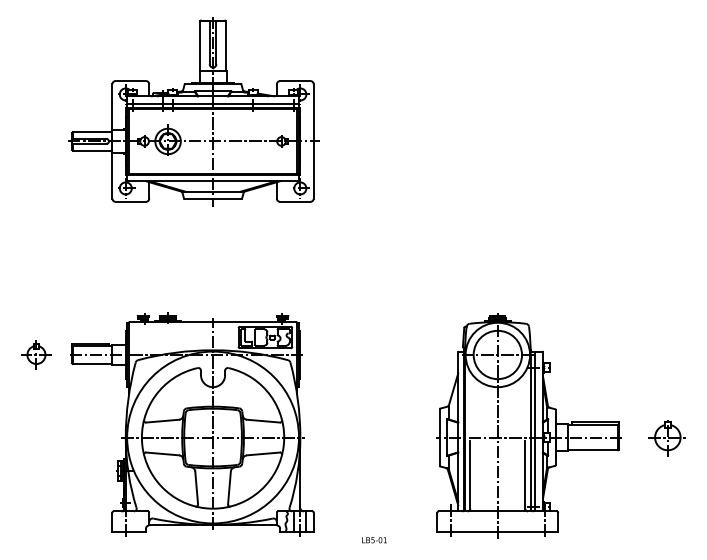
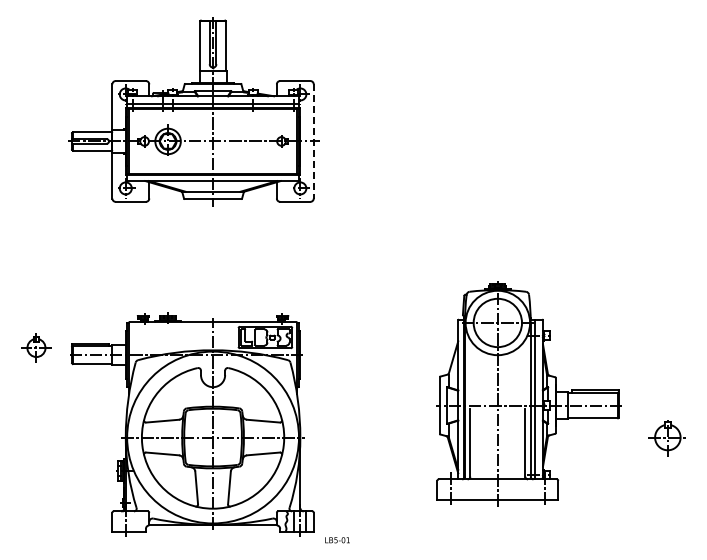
line at (313, 141): solid -> dashed
part at (36, 354) position: (36, 354) -> (36, 347)
part at (528, 425) position: (528, 425) -> (528, 393)
text at (374, 540) position: (374, 540) -> (337, 540)
